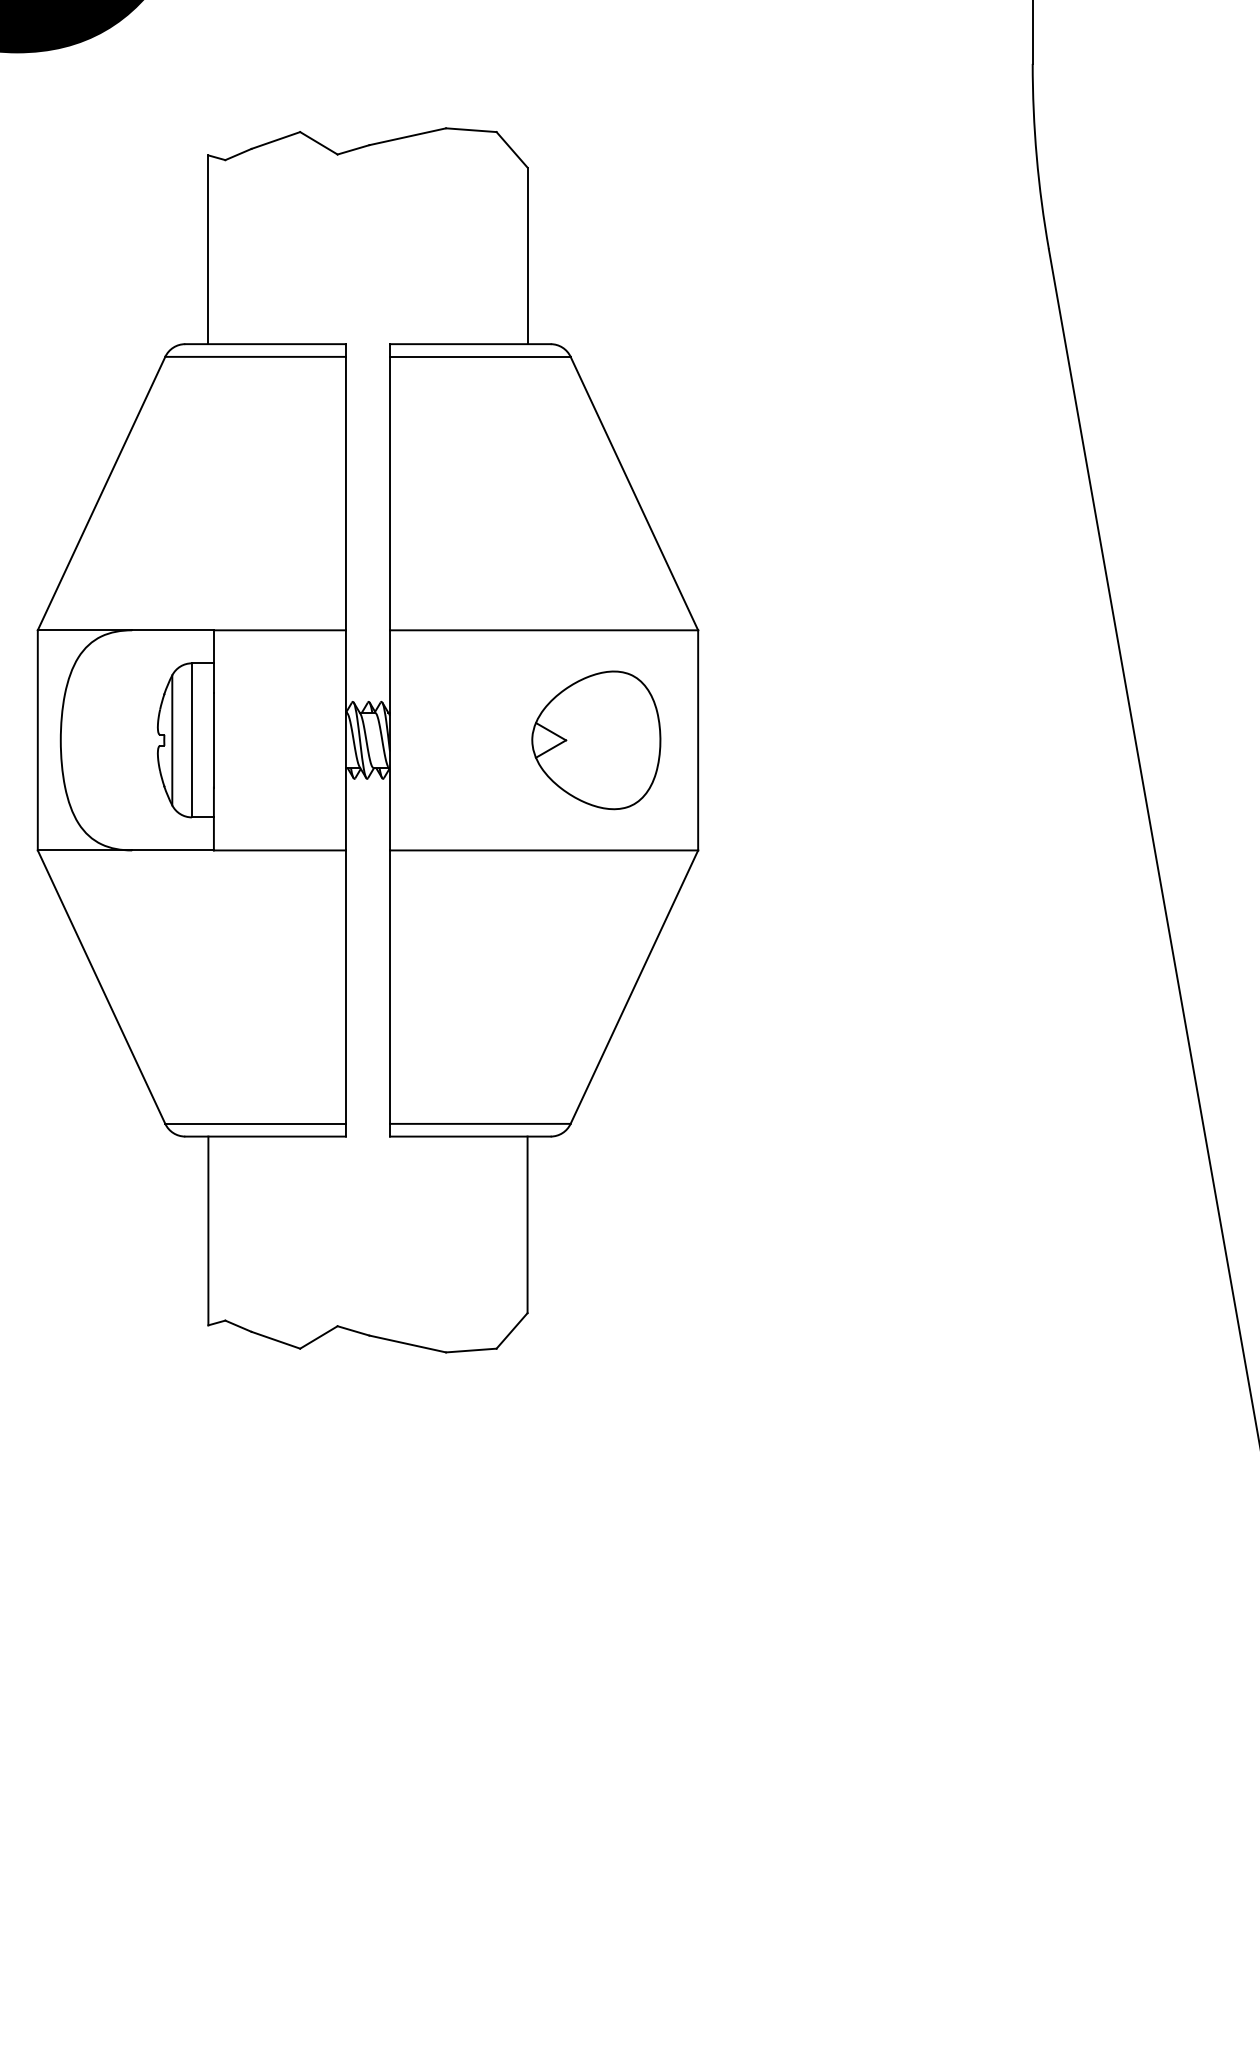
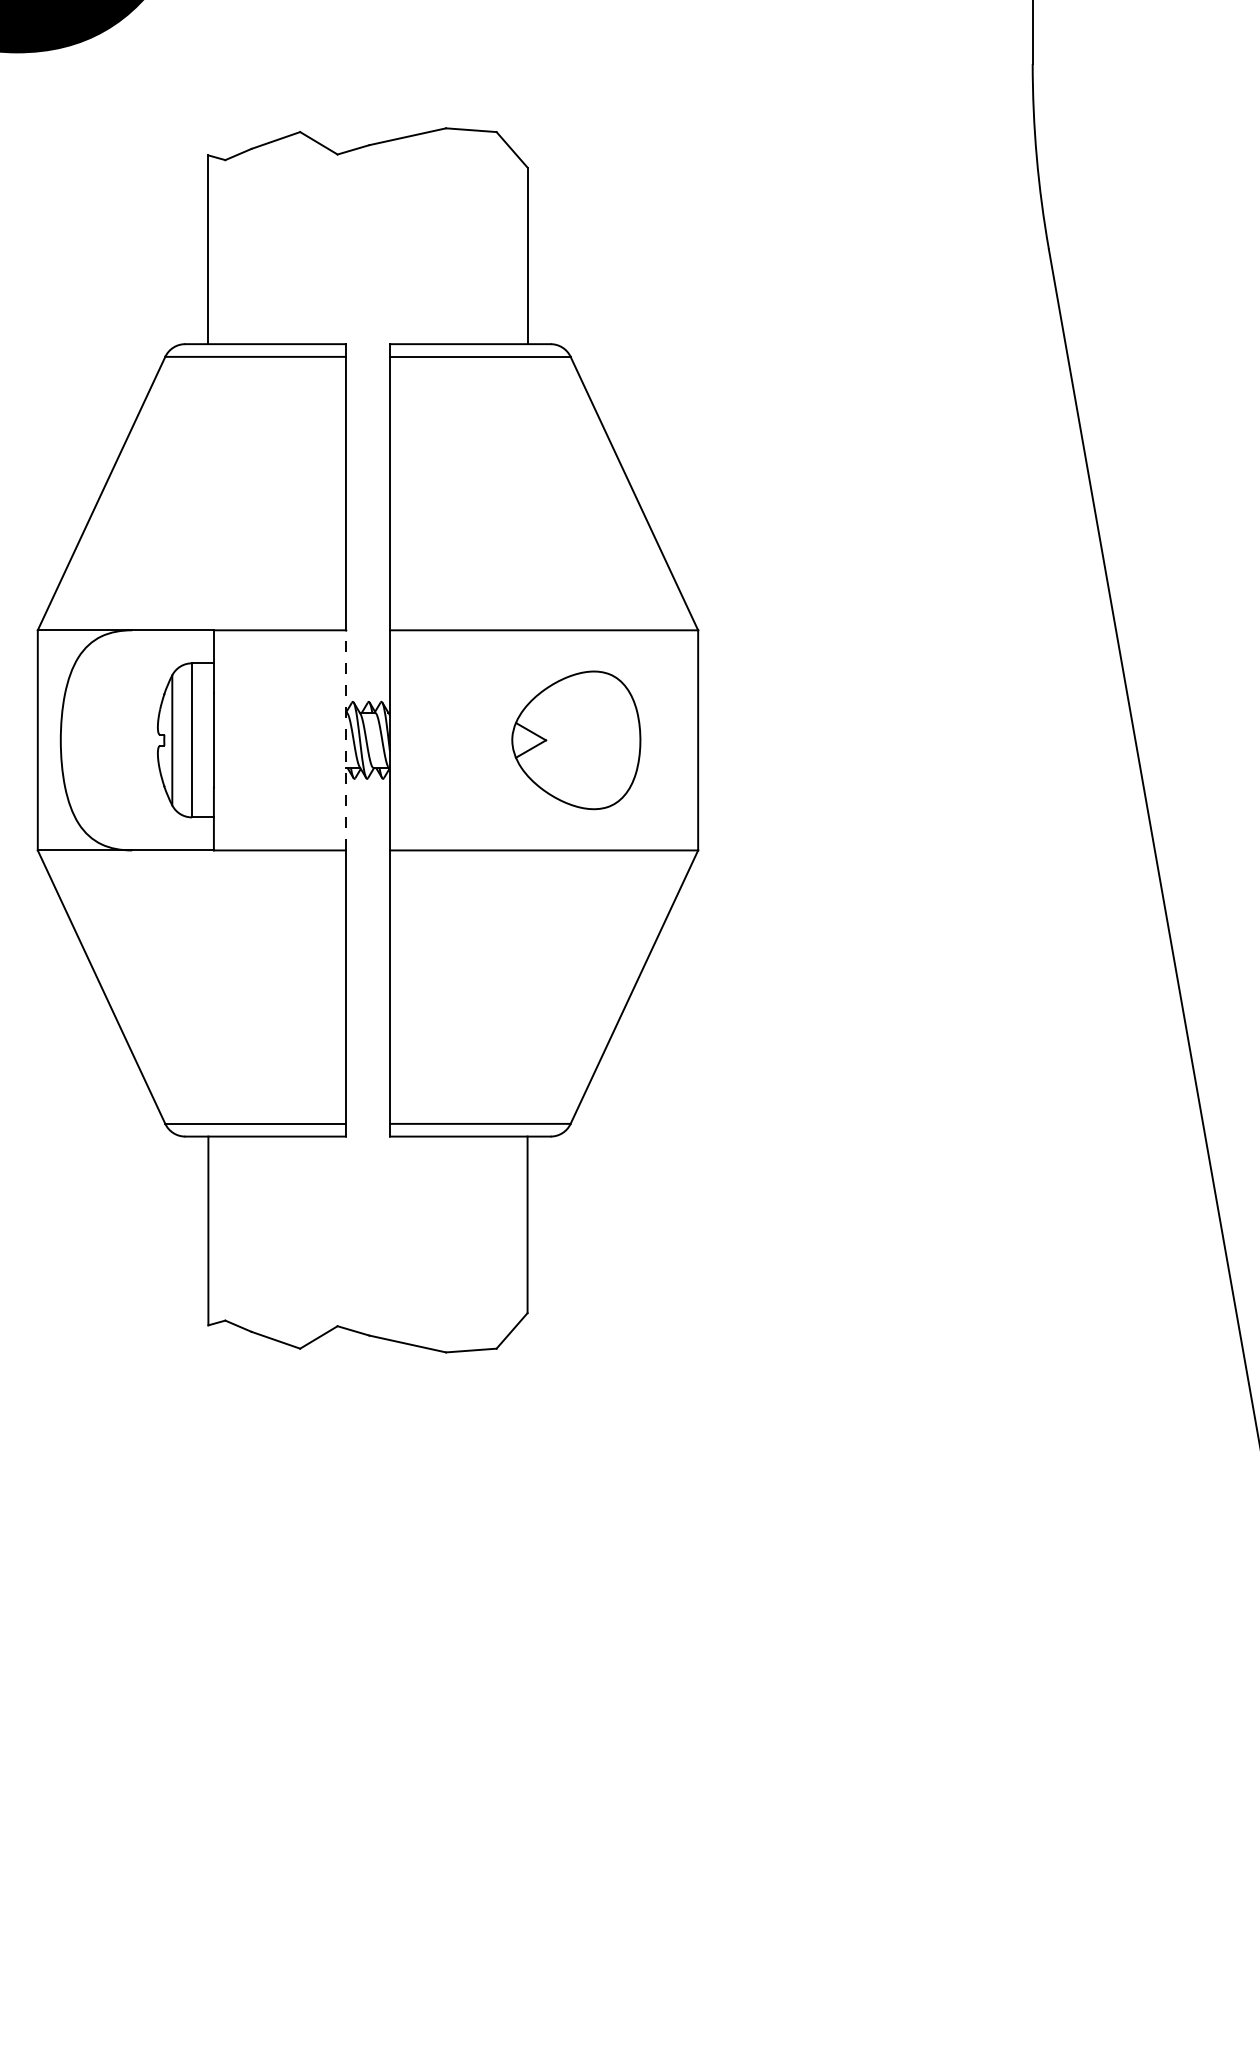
line at (345, 739): solid -> dashed
part at (596, 740) position: (596, 740) -> (576, 740)
